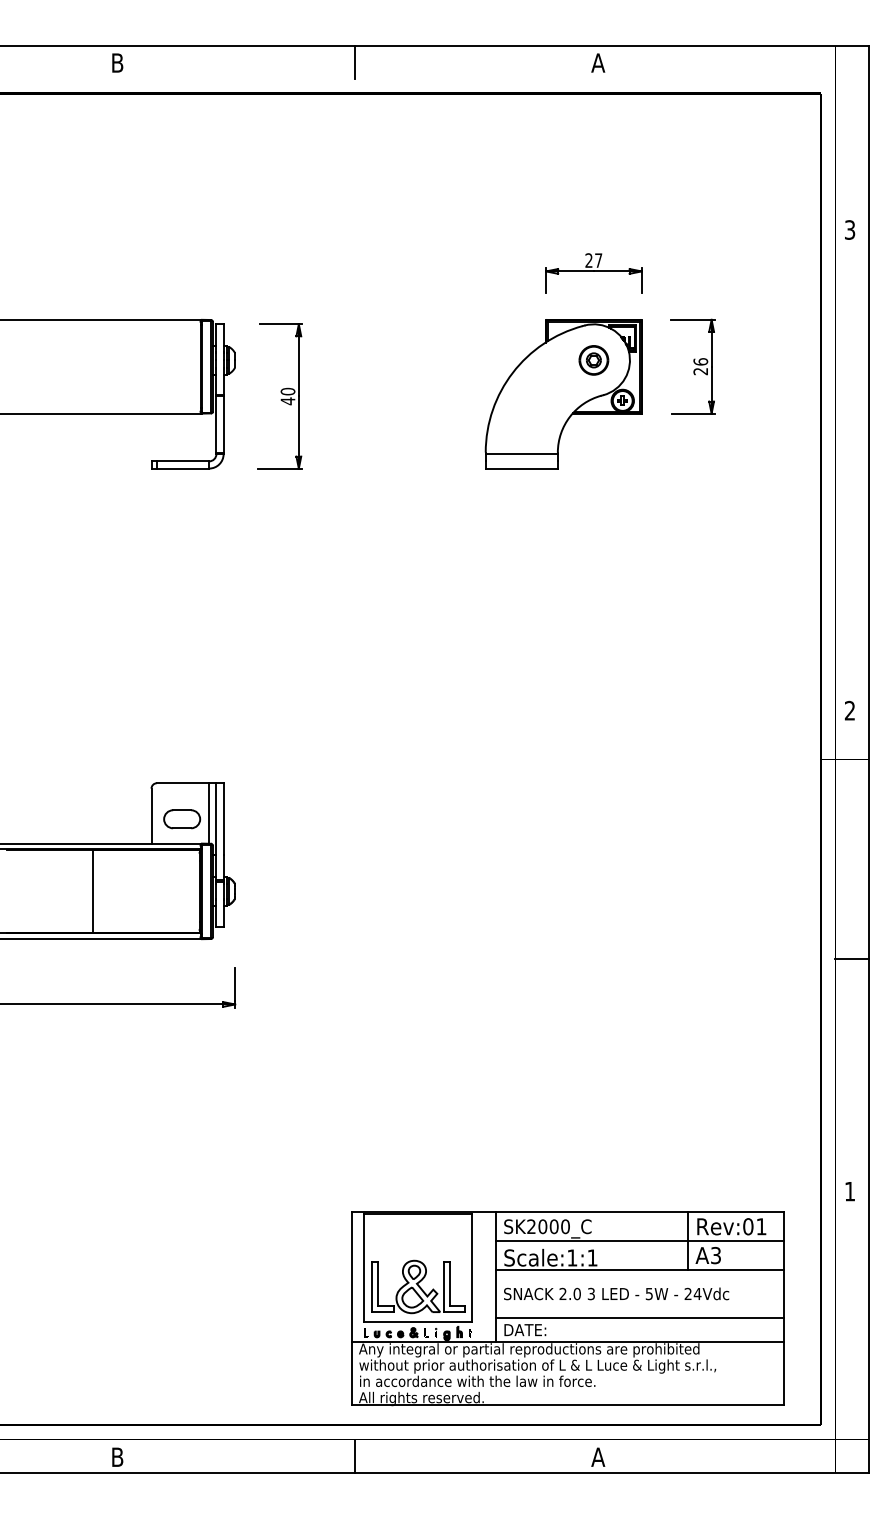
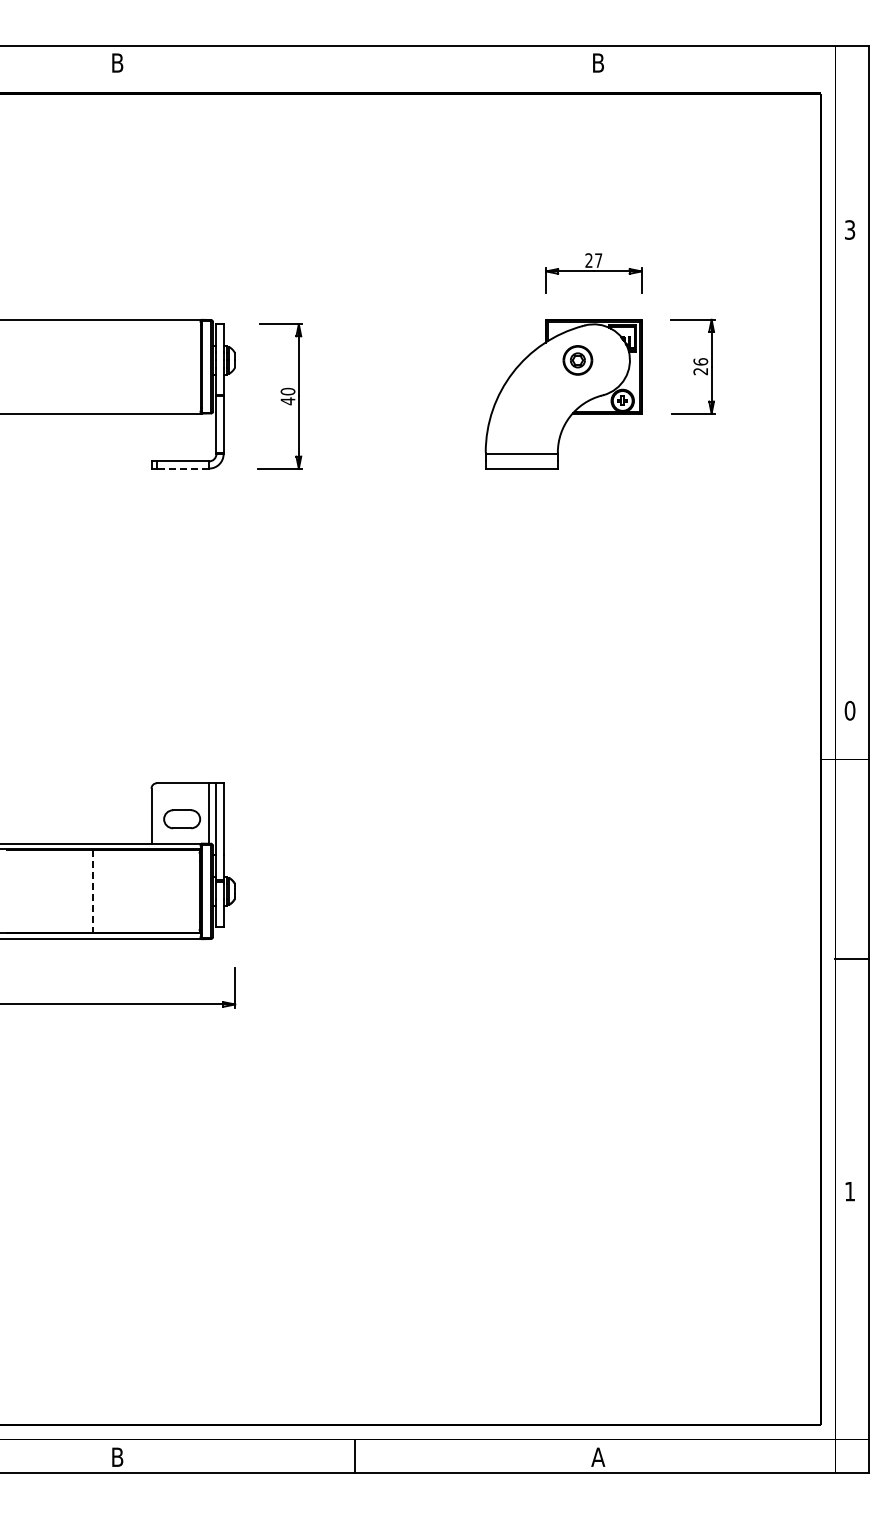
line at (354, 62): present -> none
text at (598, 62): A -> B
part at (593, 360) position: (593, 360) -> (577, 360)
line at (182, 468): solid -> dashed
text at (849, 710): 2 -> 0
line at (93, 891): solid -> dashed
part at (567, 1308): present -> none
